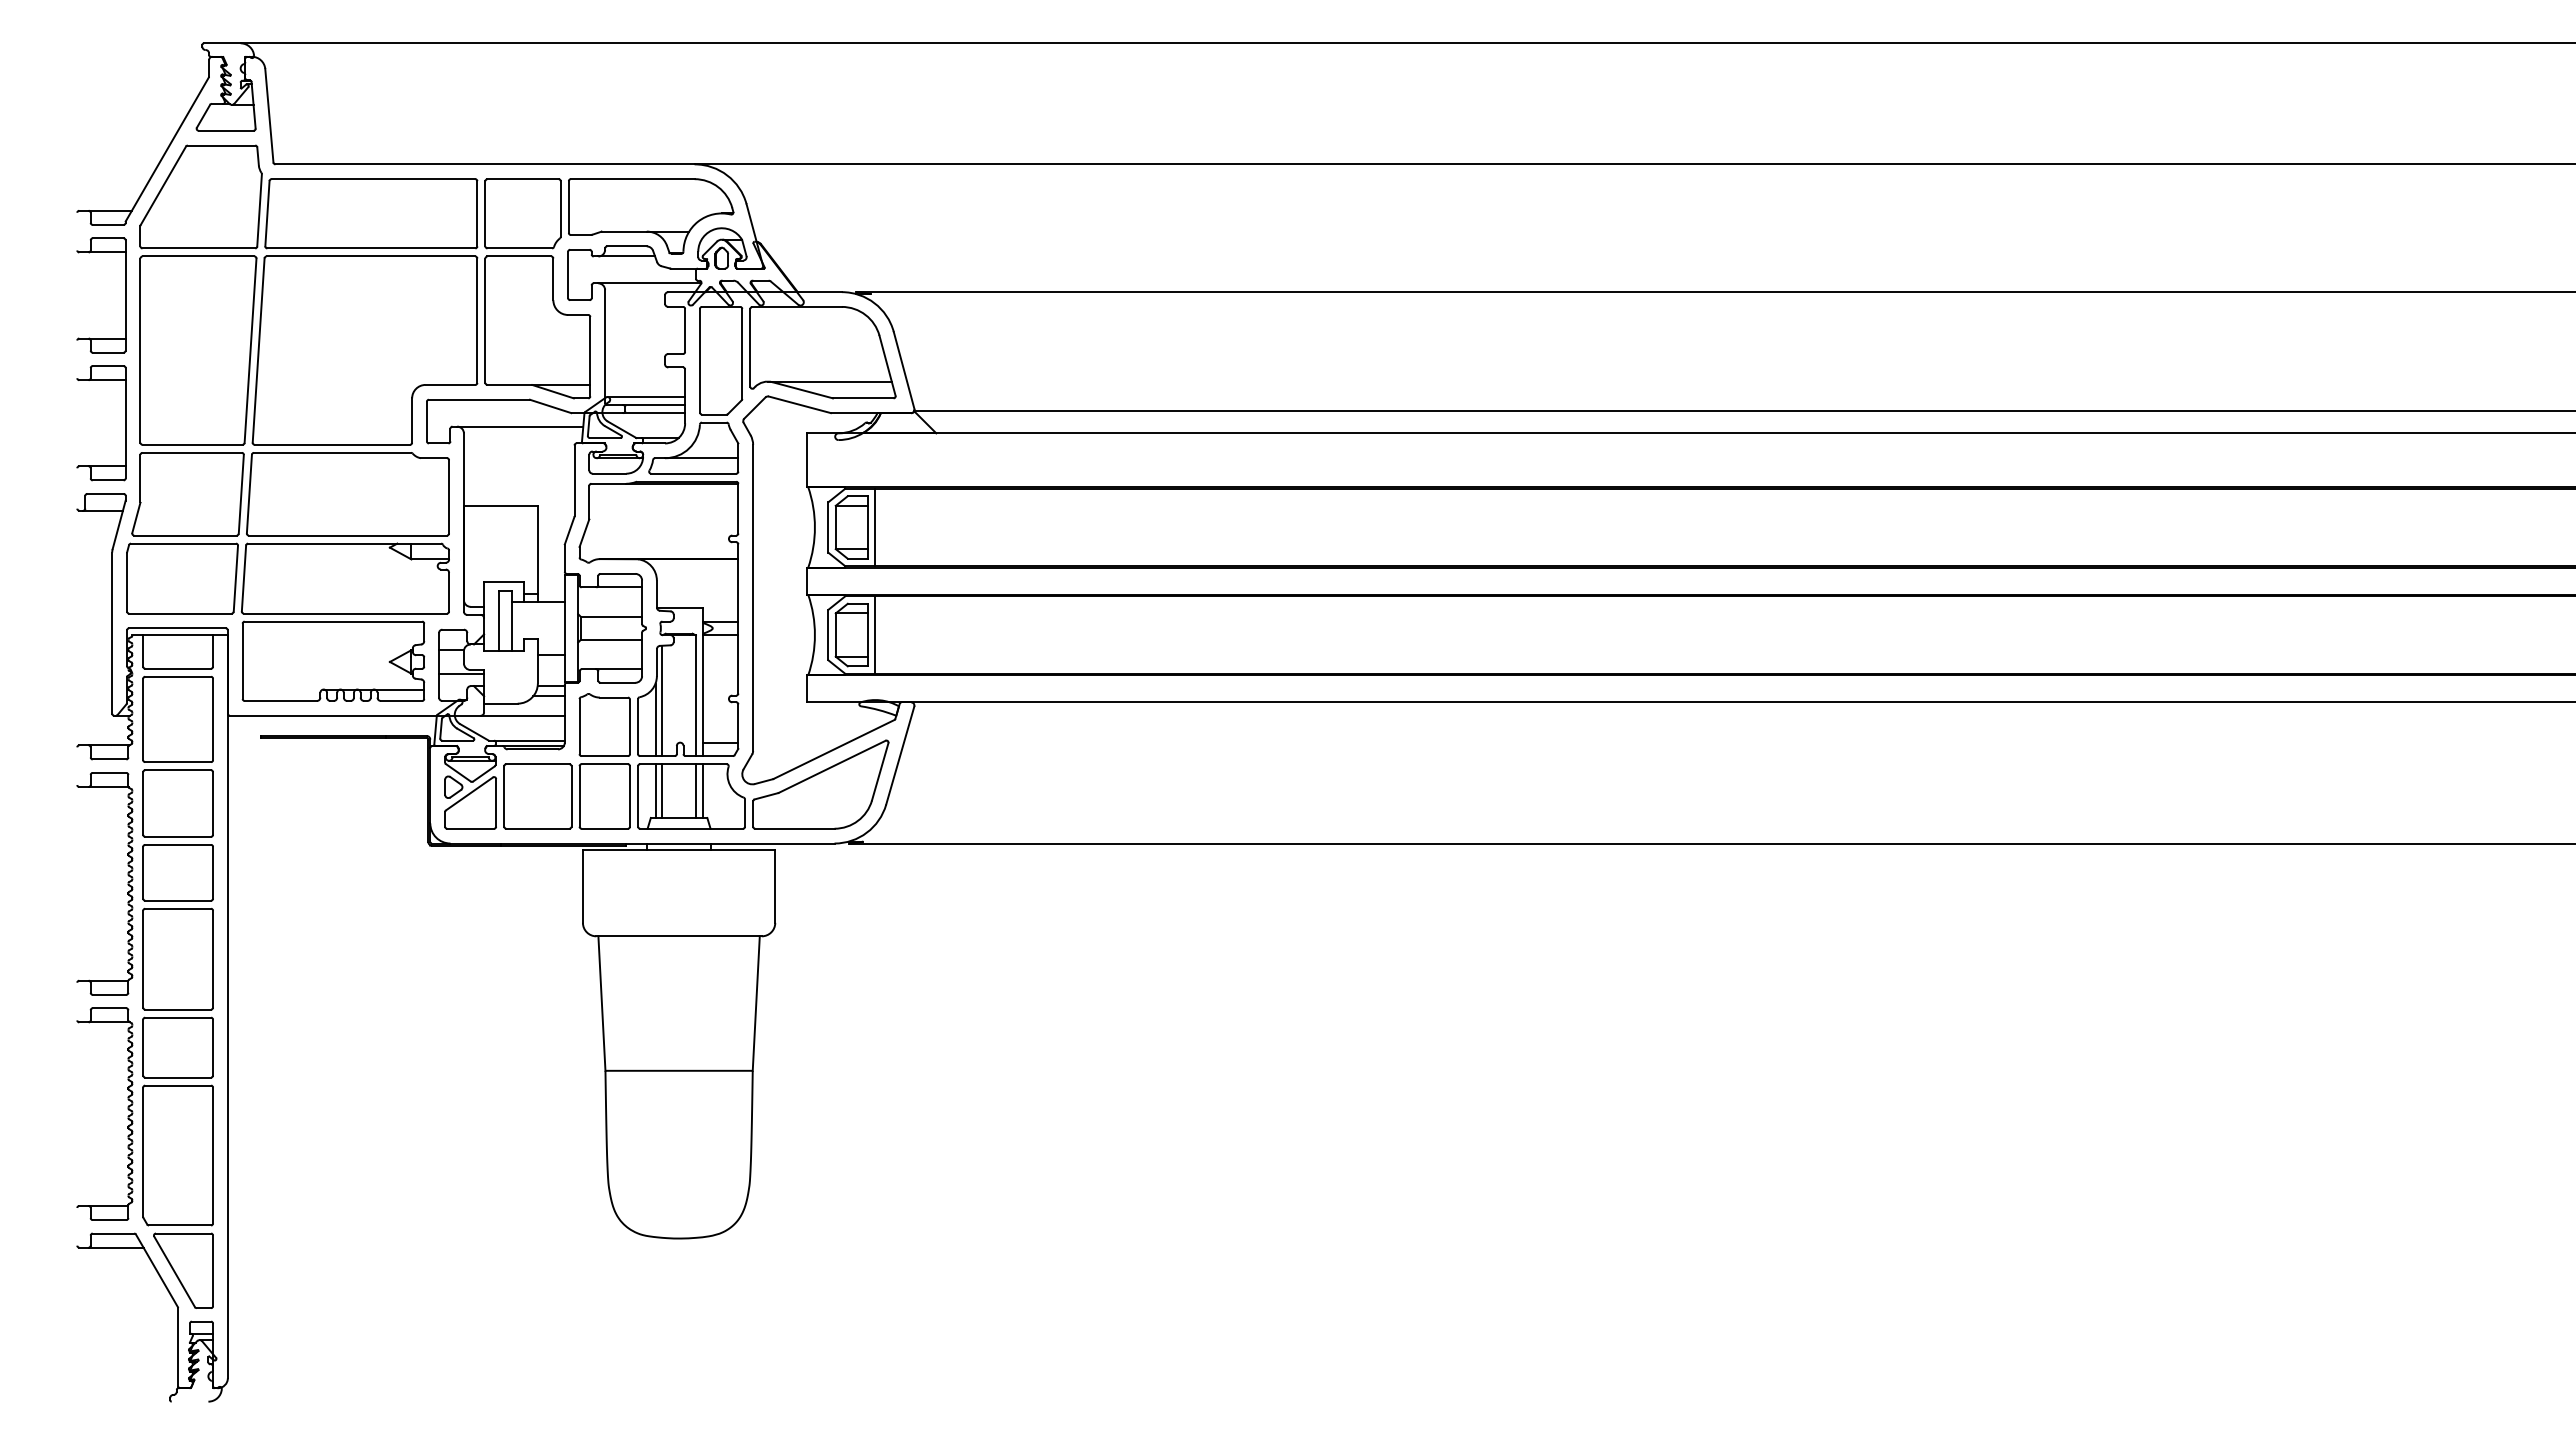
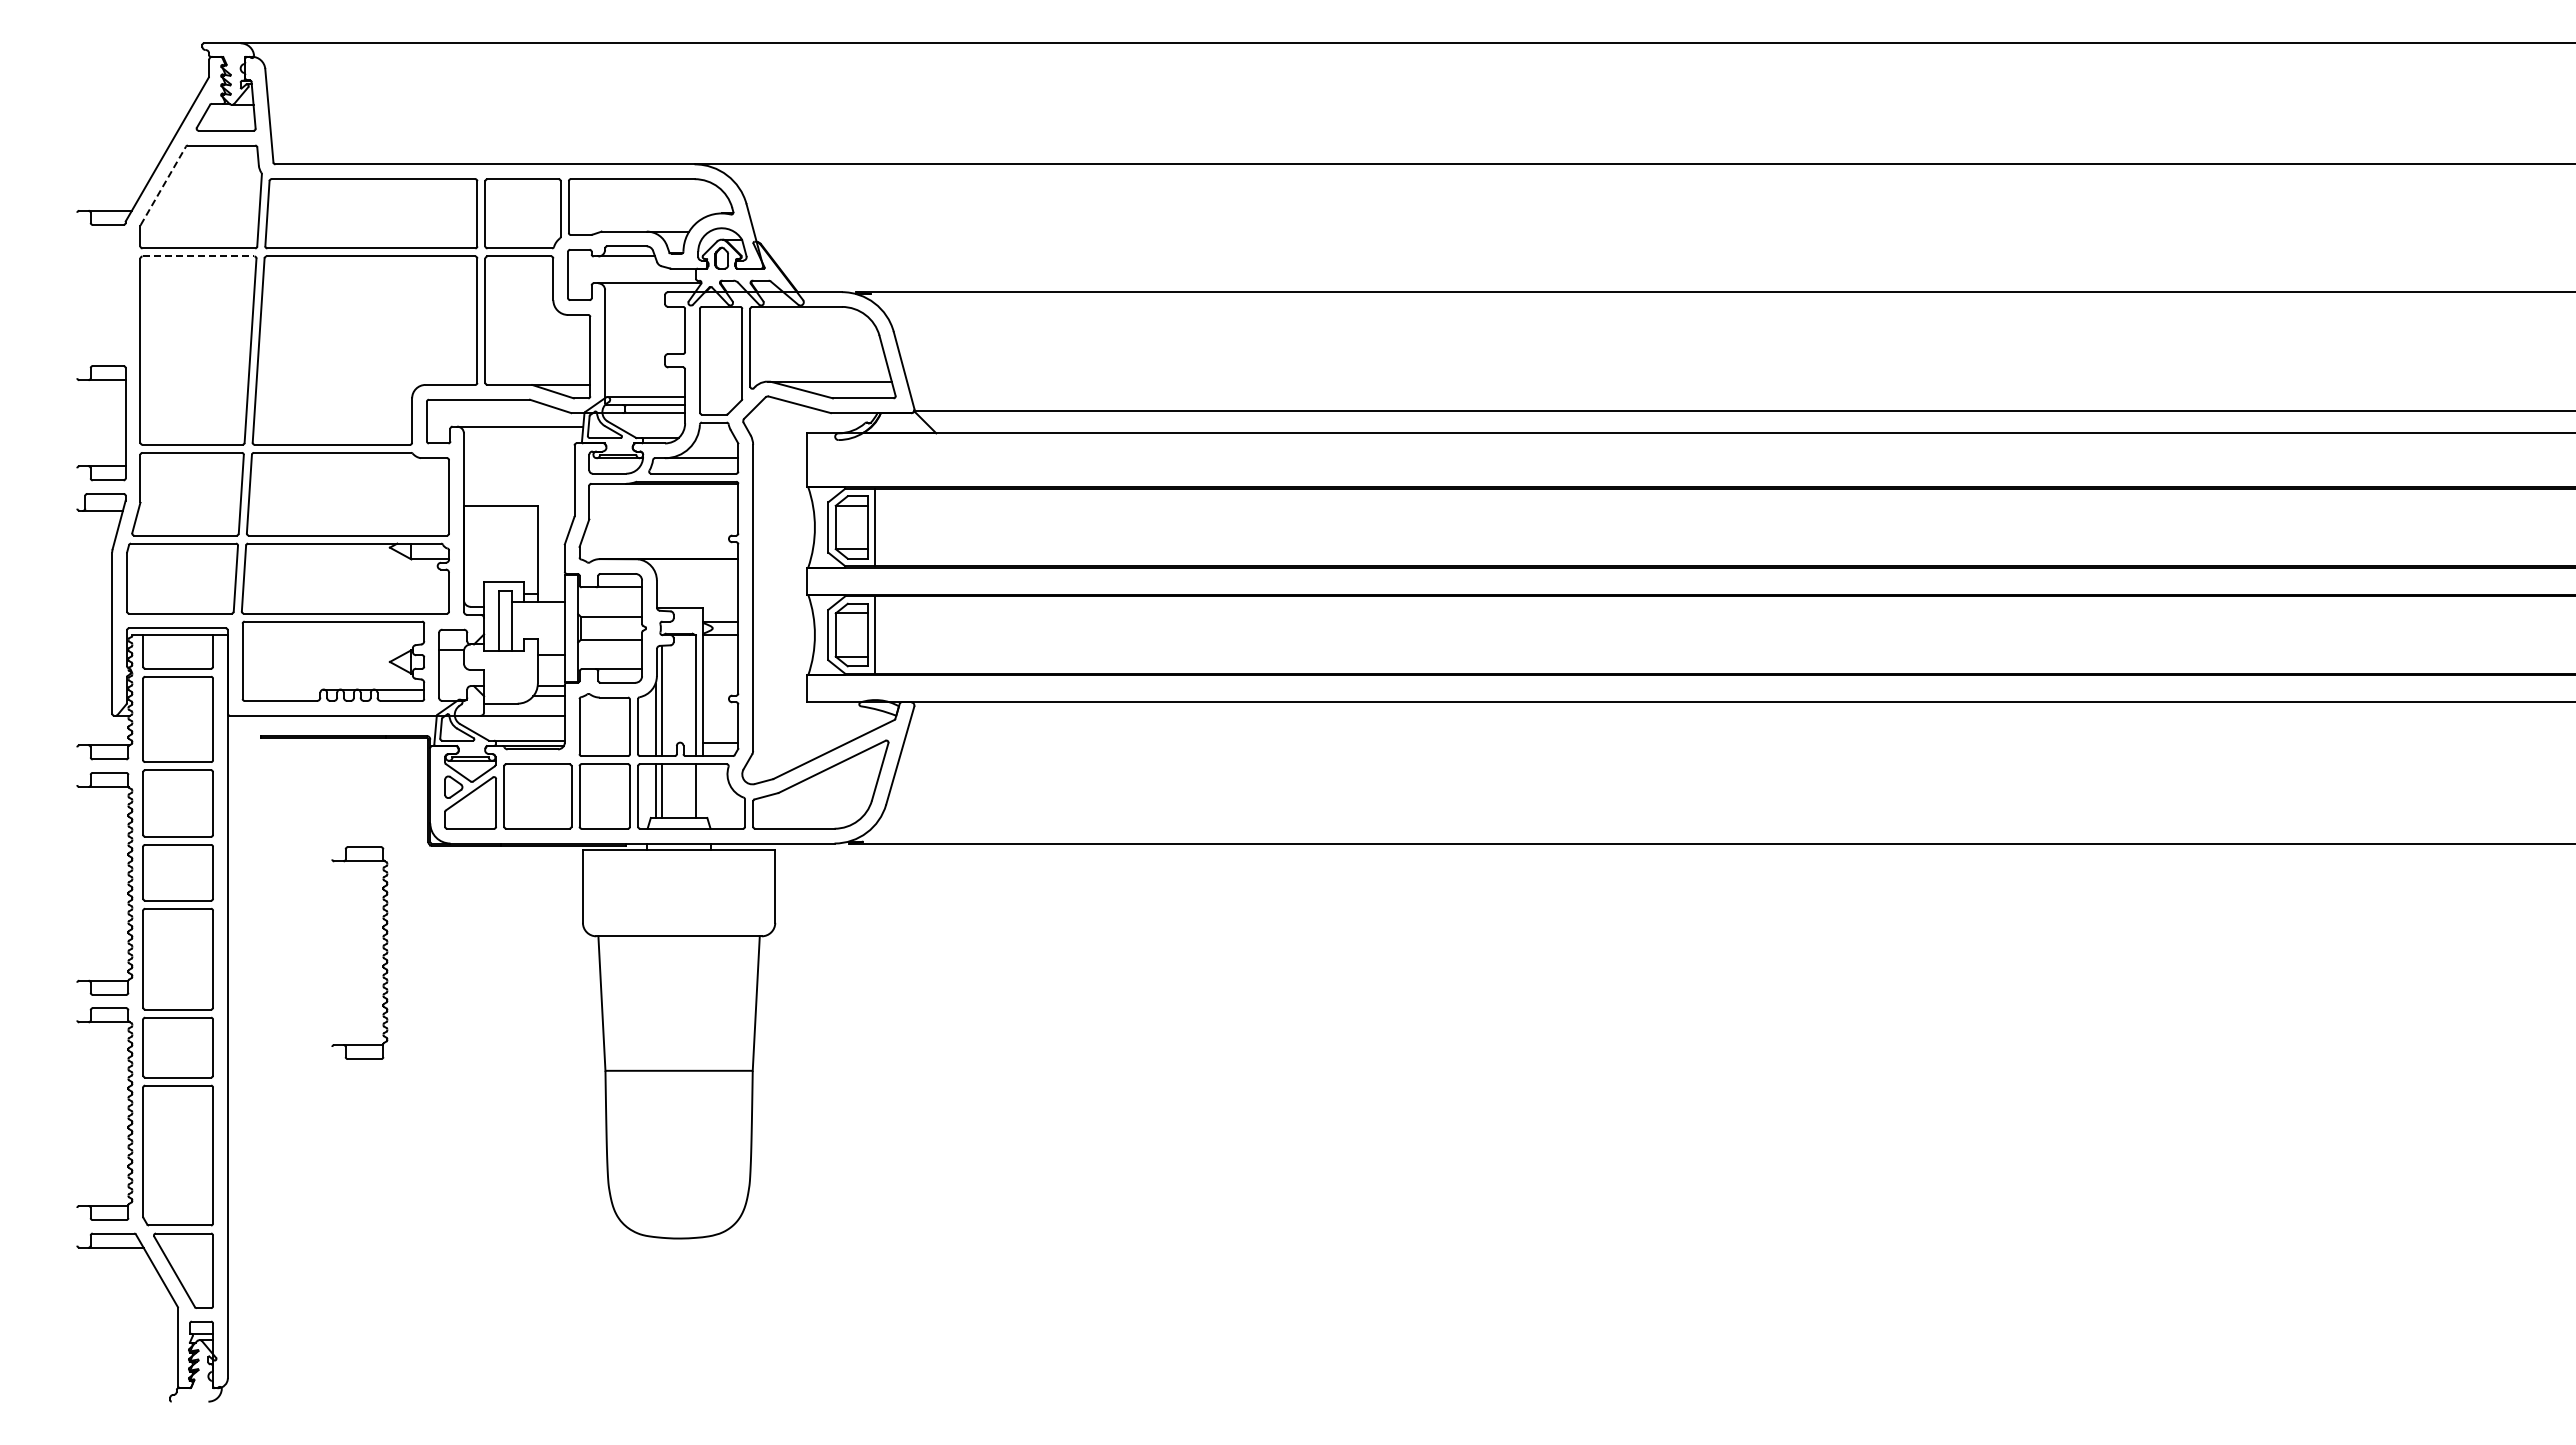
line at (163, 185): solid -> dashed
line at (198, 256): solid -> dashed
part at (125, 295): present -> none
line at (461, 673): present -> none
line at (702, 790): present -> none
part at (382, 955): none -> present
